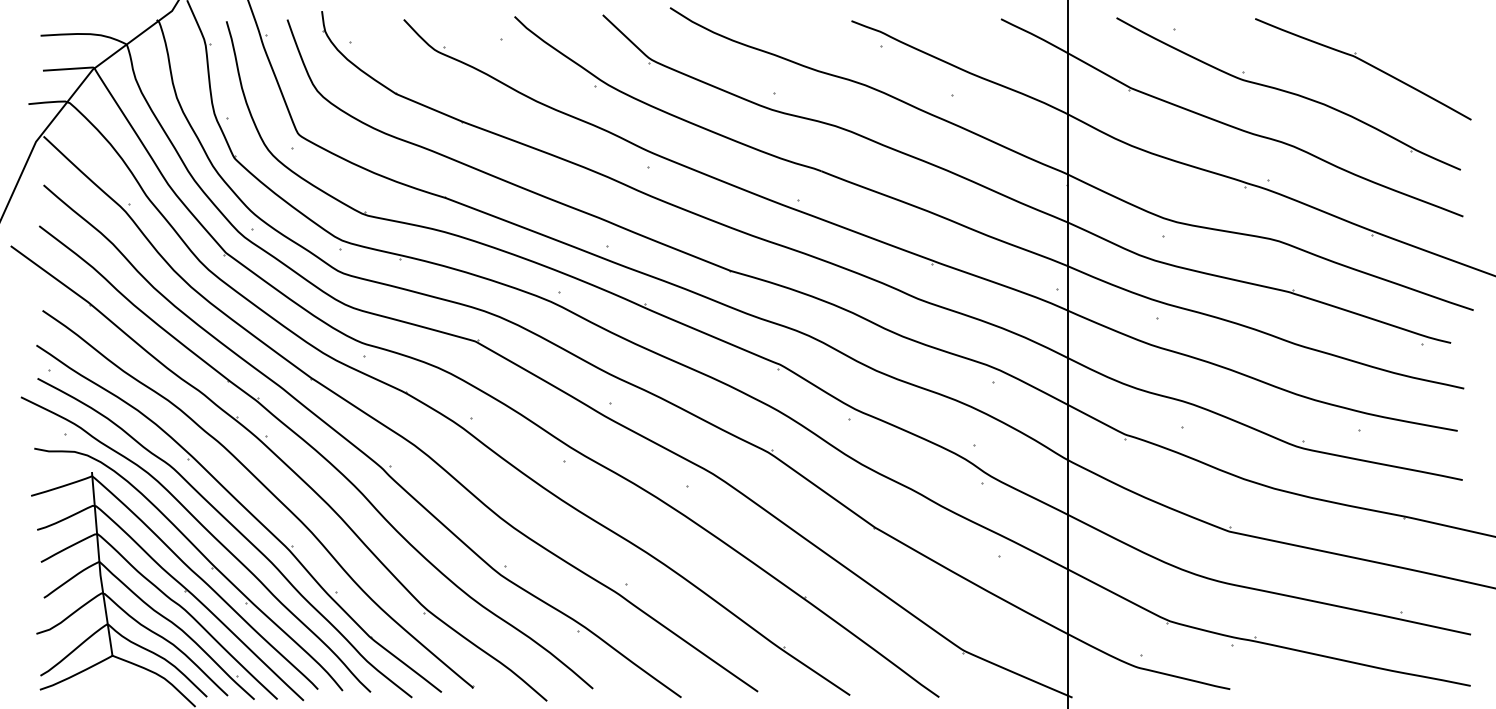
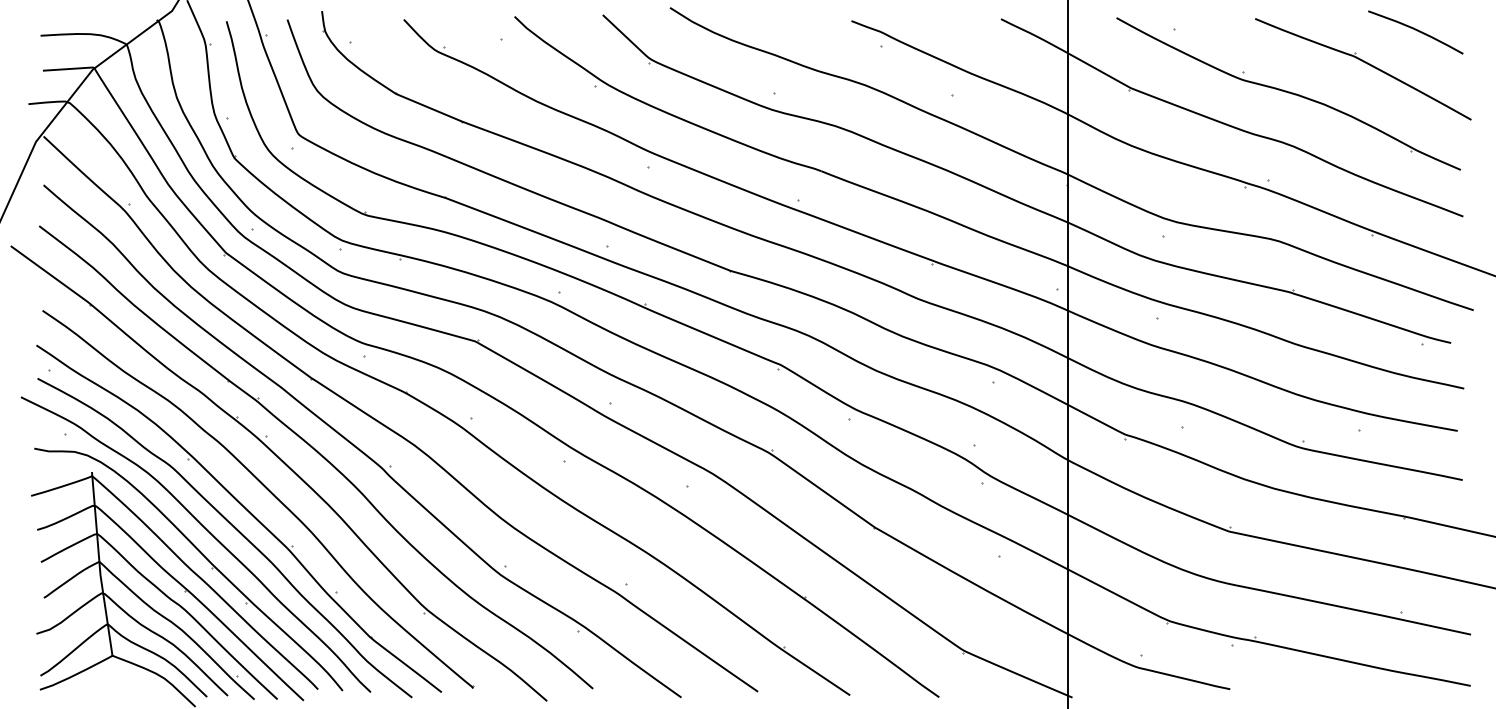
curve at (1415, 30): none -> present
